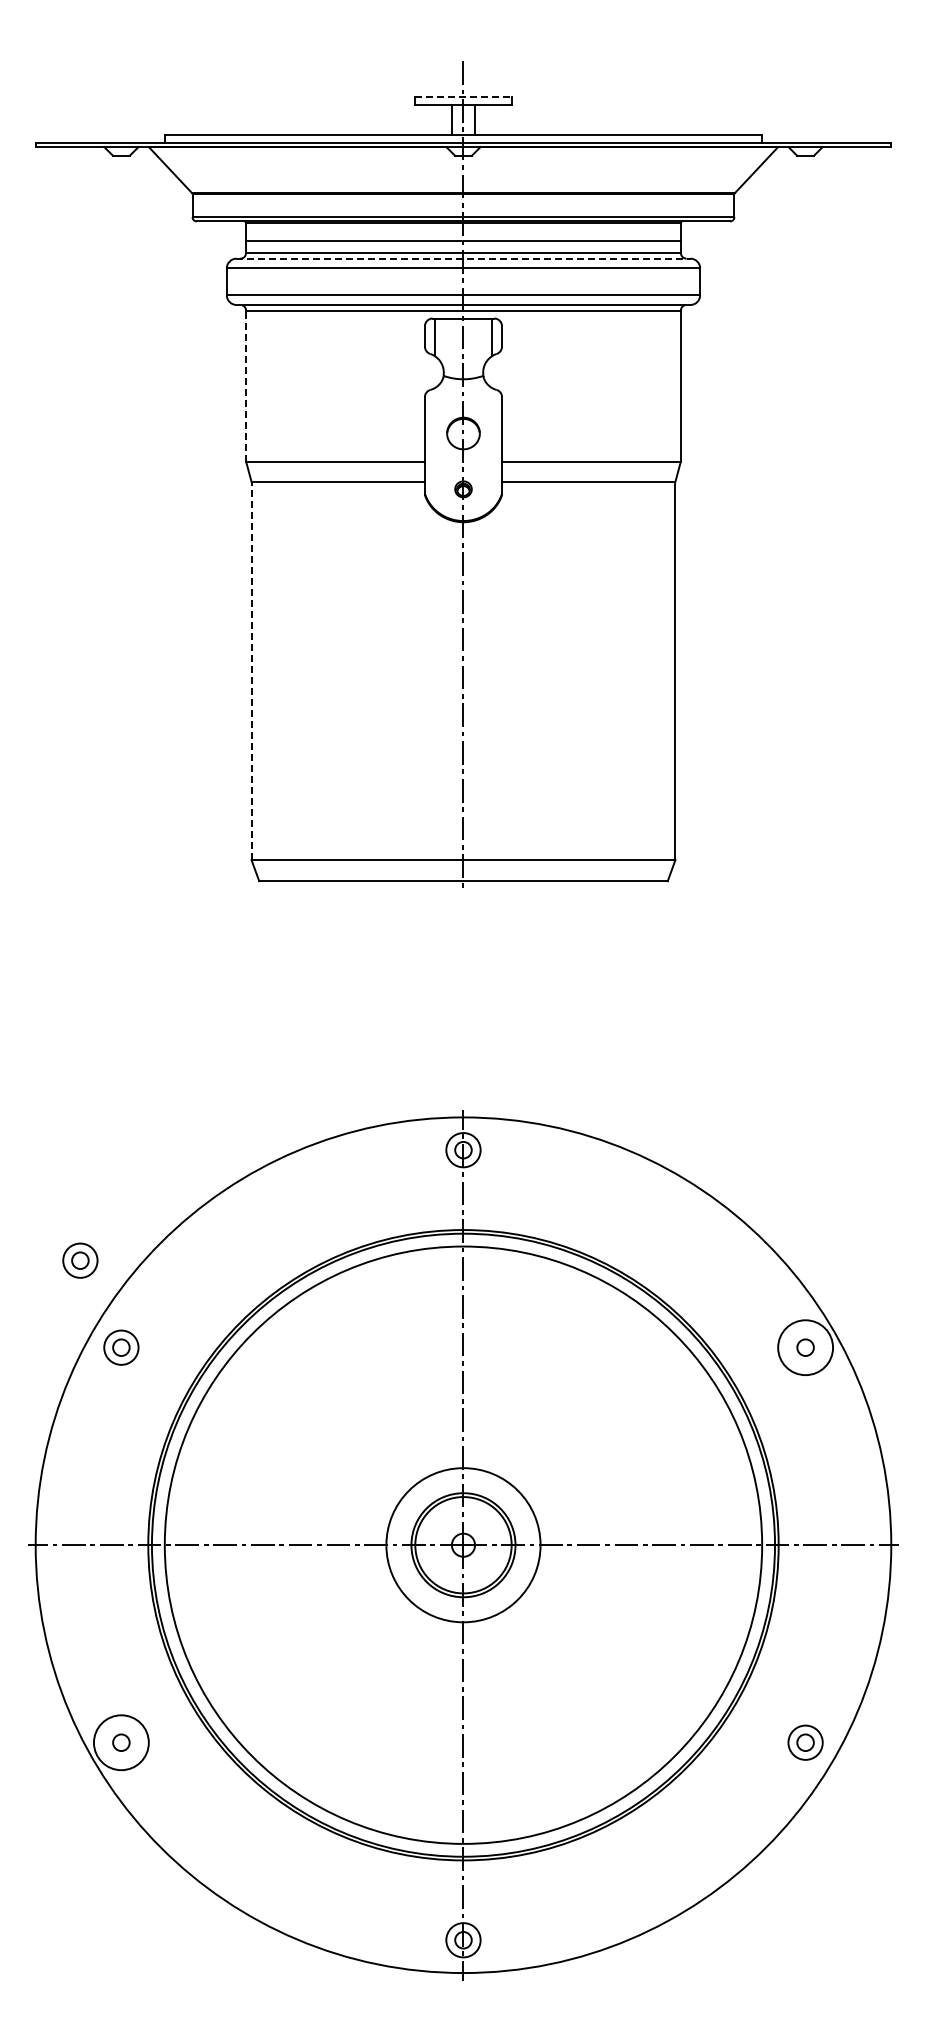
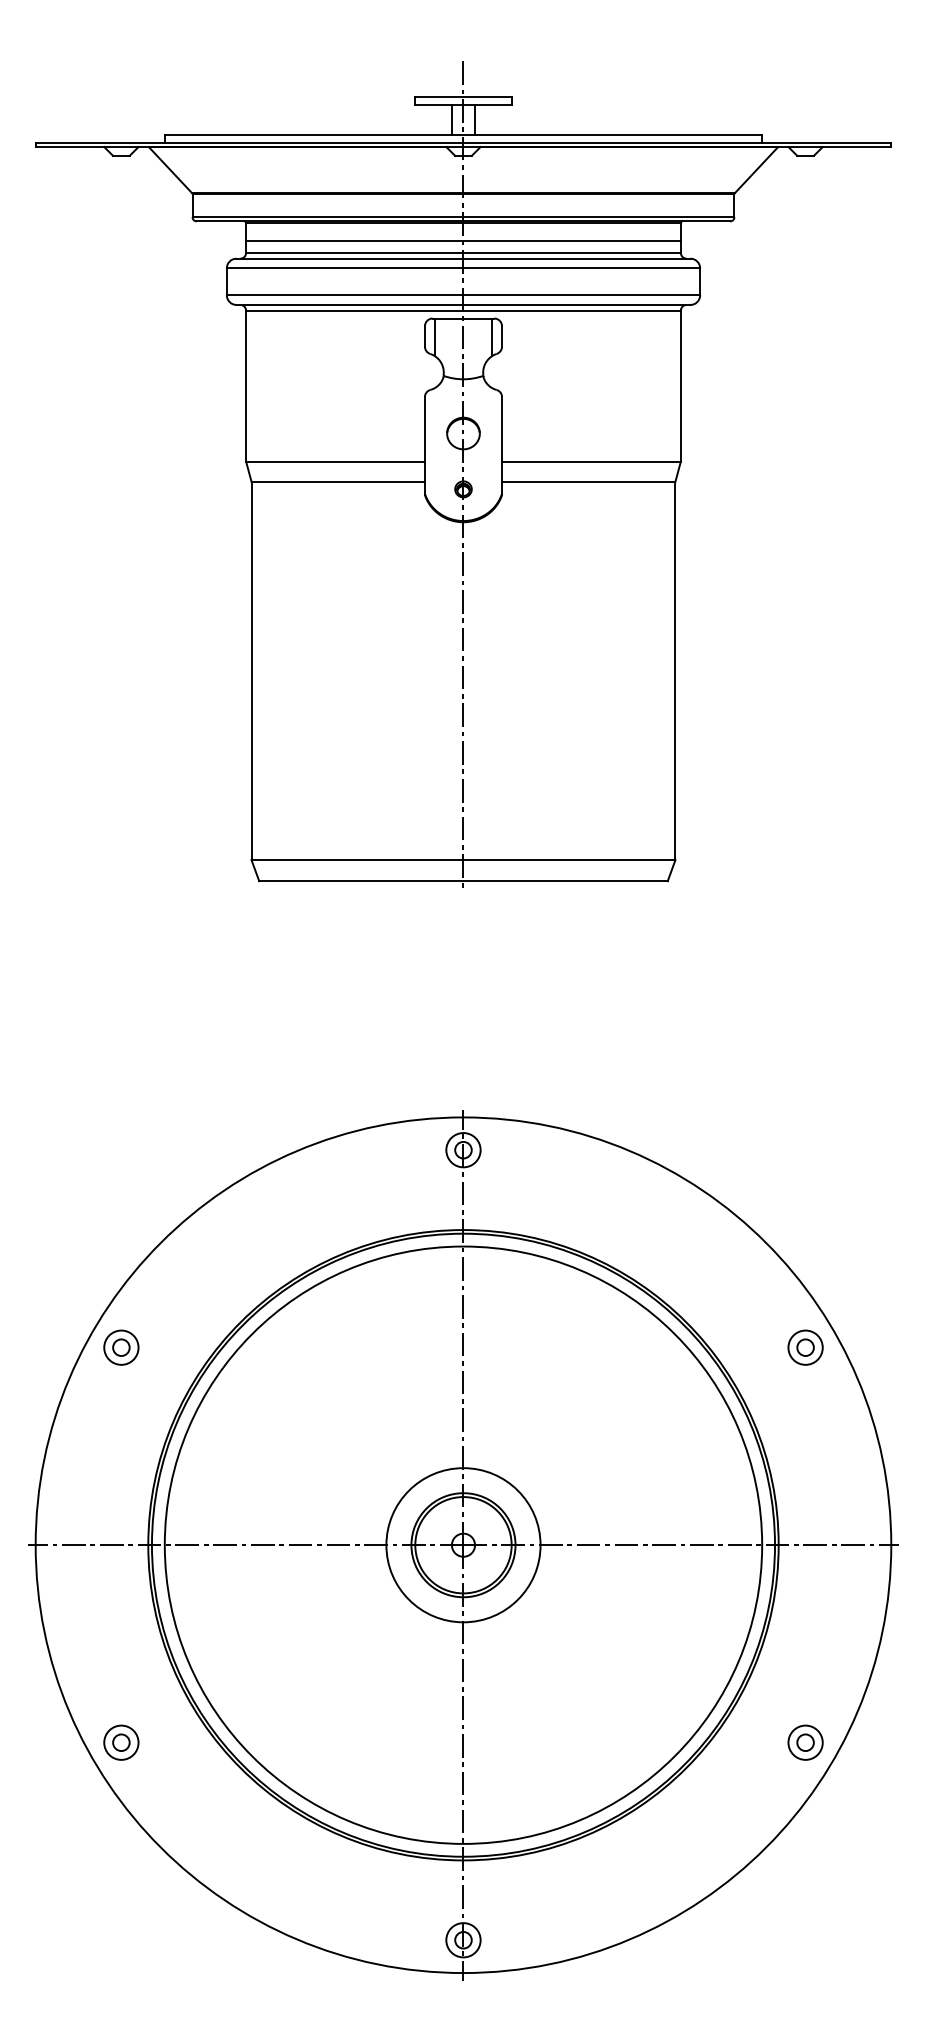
line at (463, 96): dashed -> solid
line at (463, 258): dashed -> solid
line at (246, 385): dashed -> solid
line at (251, 670): dashed -> solid
part at (80, 1260): present -> none
circle at (805, 1347) diameter: 55 px -> 34 px
circle at (120, 1742) diameter: 55 px -> 34 px
